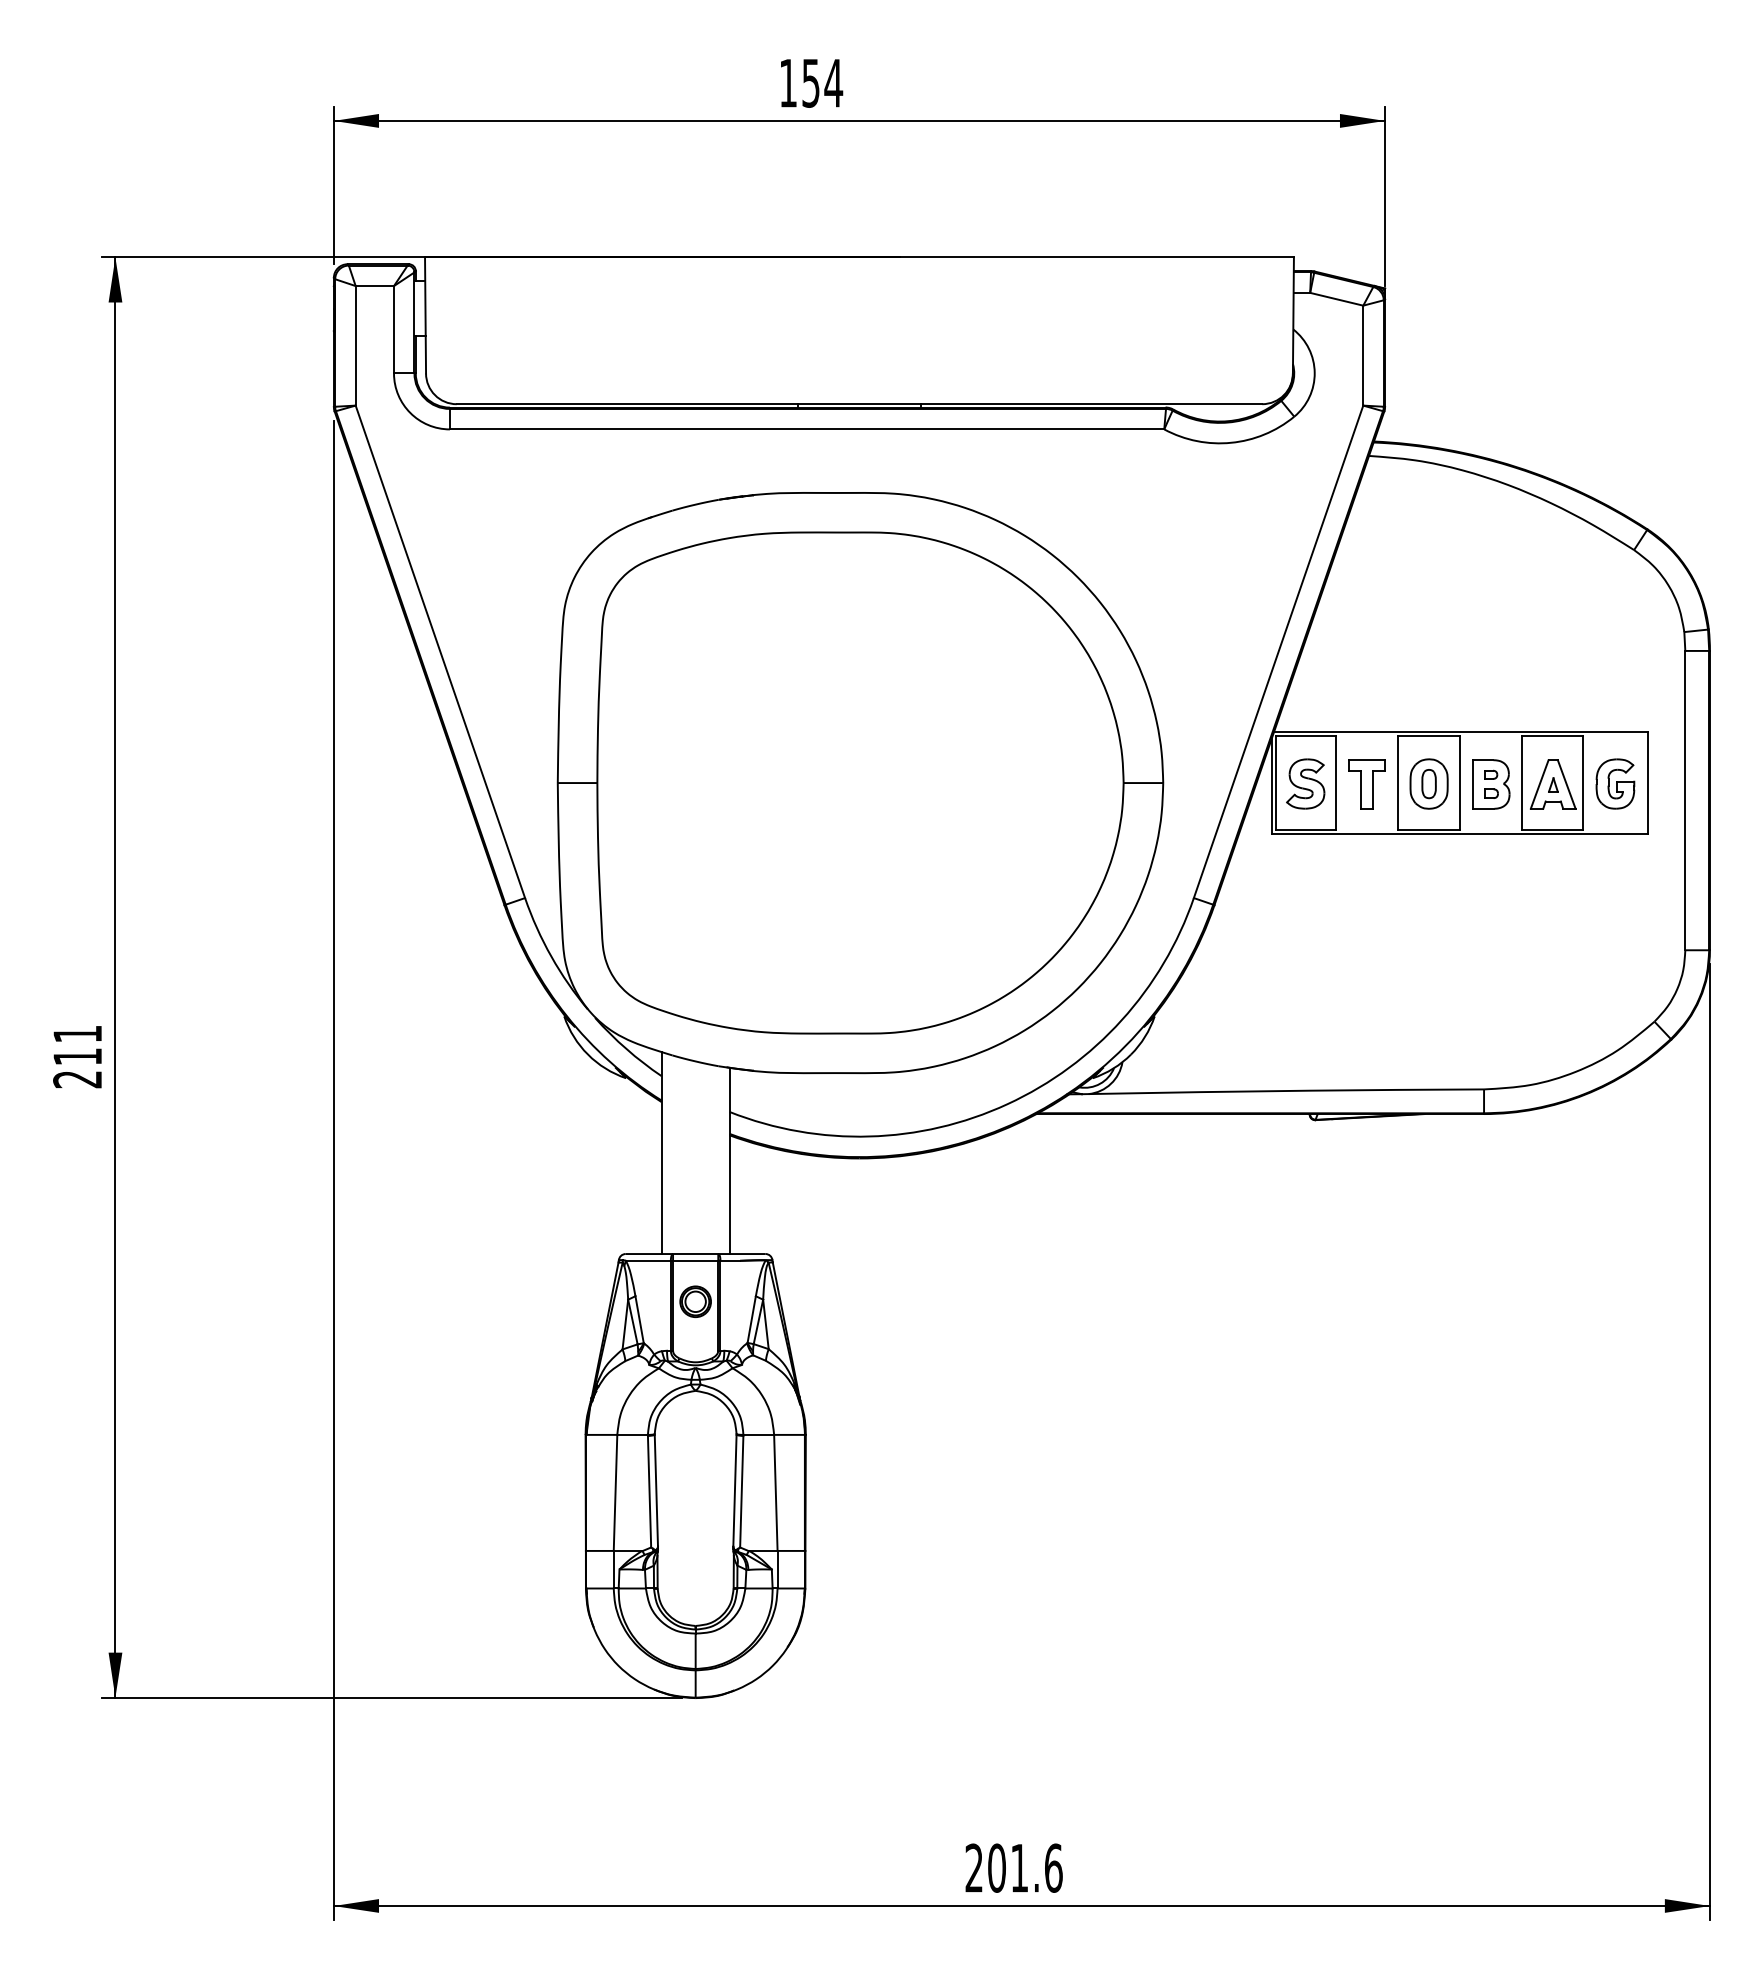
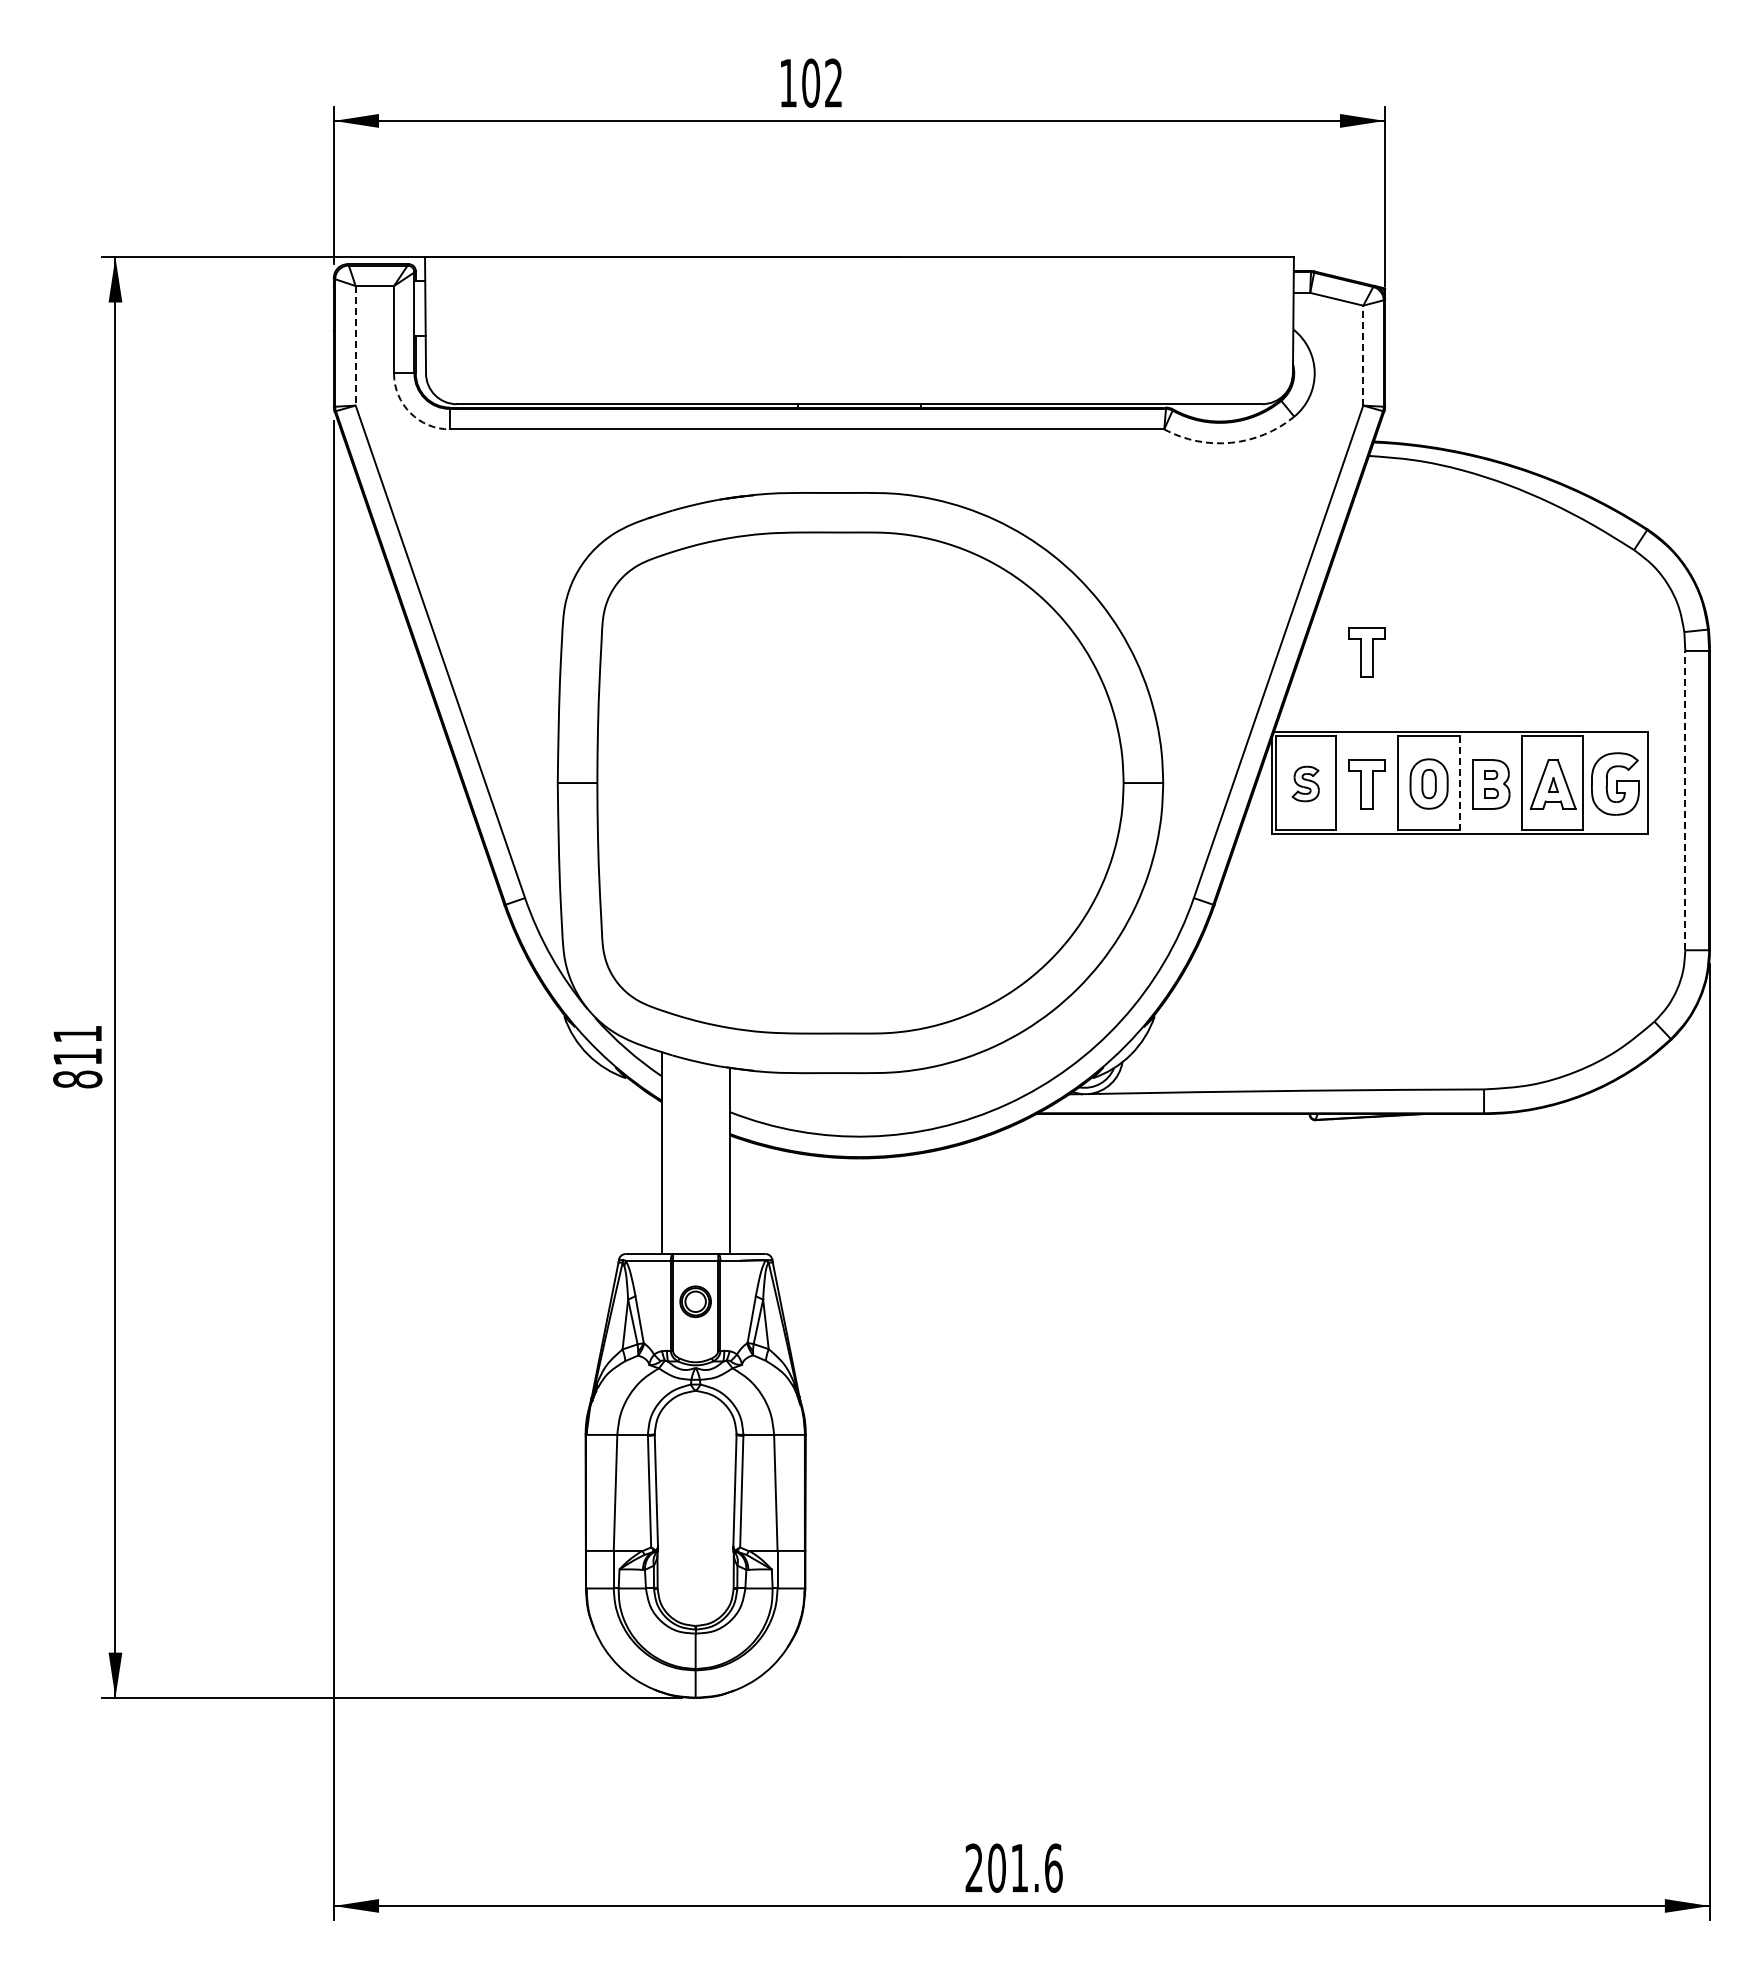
text at (822, 82): 154 -> 102
line at (355, 345): solid -> dashed
line at (1363, 355): solid -> dashed
arc at (410, 413): solid -> dashed
arc at (1231, 442): solid -> dashed
part at (1366, 652): none -> present
part at (1305, 783) size: 40x52 px -> 29x38 px
line at (1460, 783): solid -> dashed
part at (1615, 783) size: 41x52 px -> 49x64 px
line at (1685, 800): solid -> dashed
text at (77, 1079): 211 -> 811
